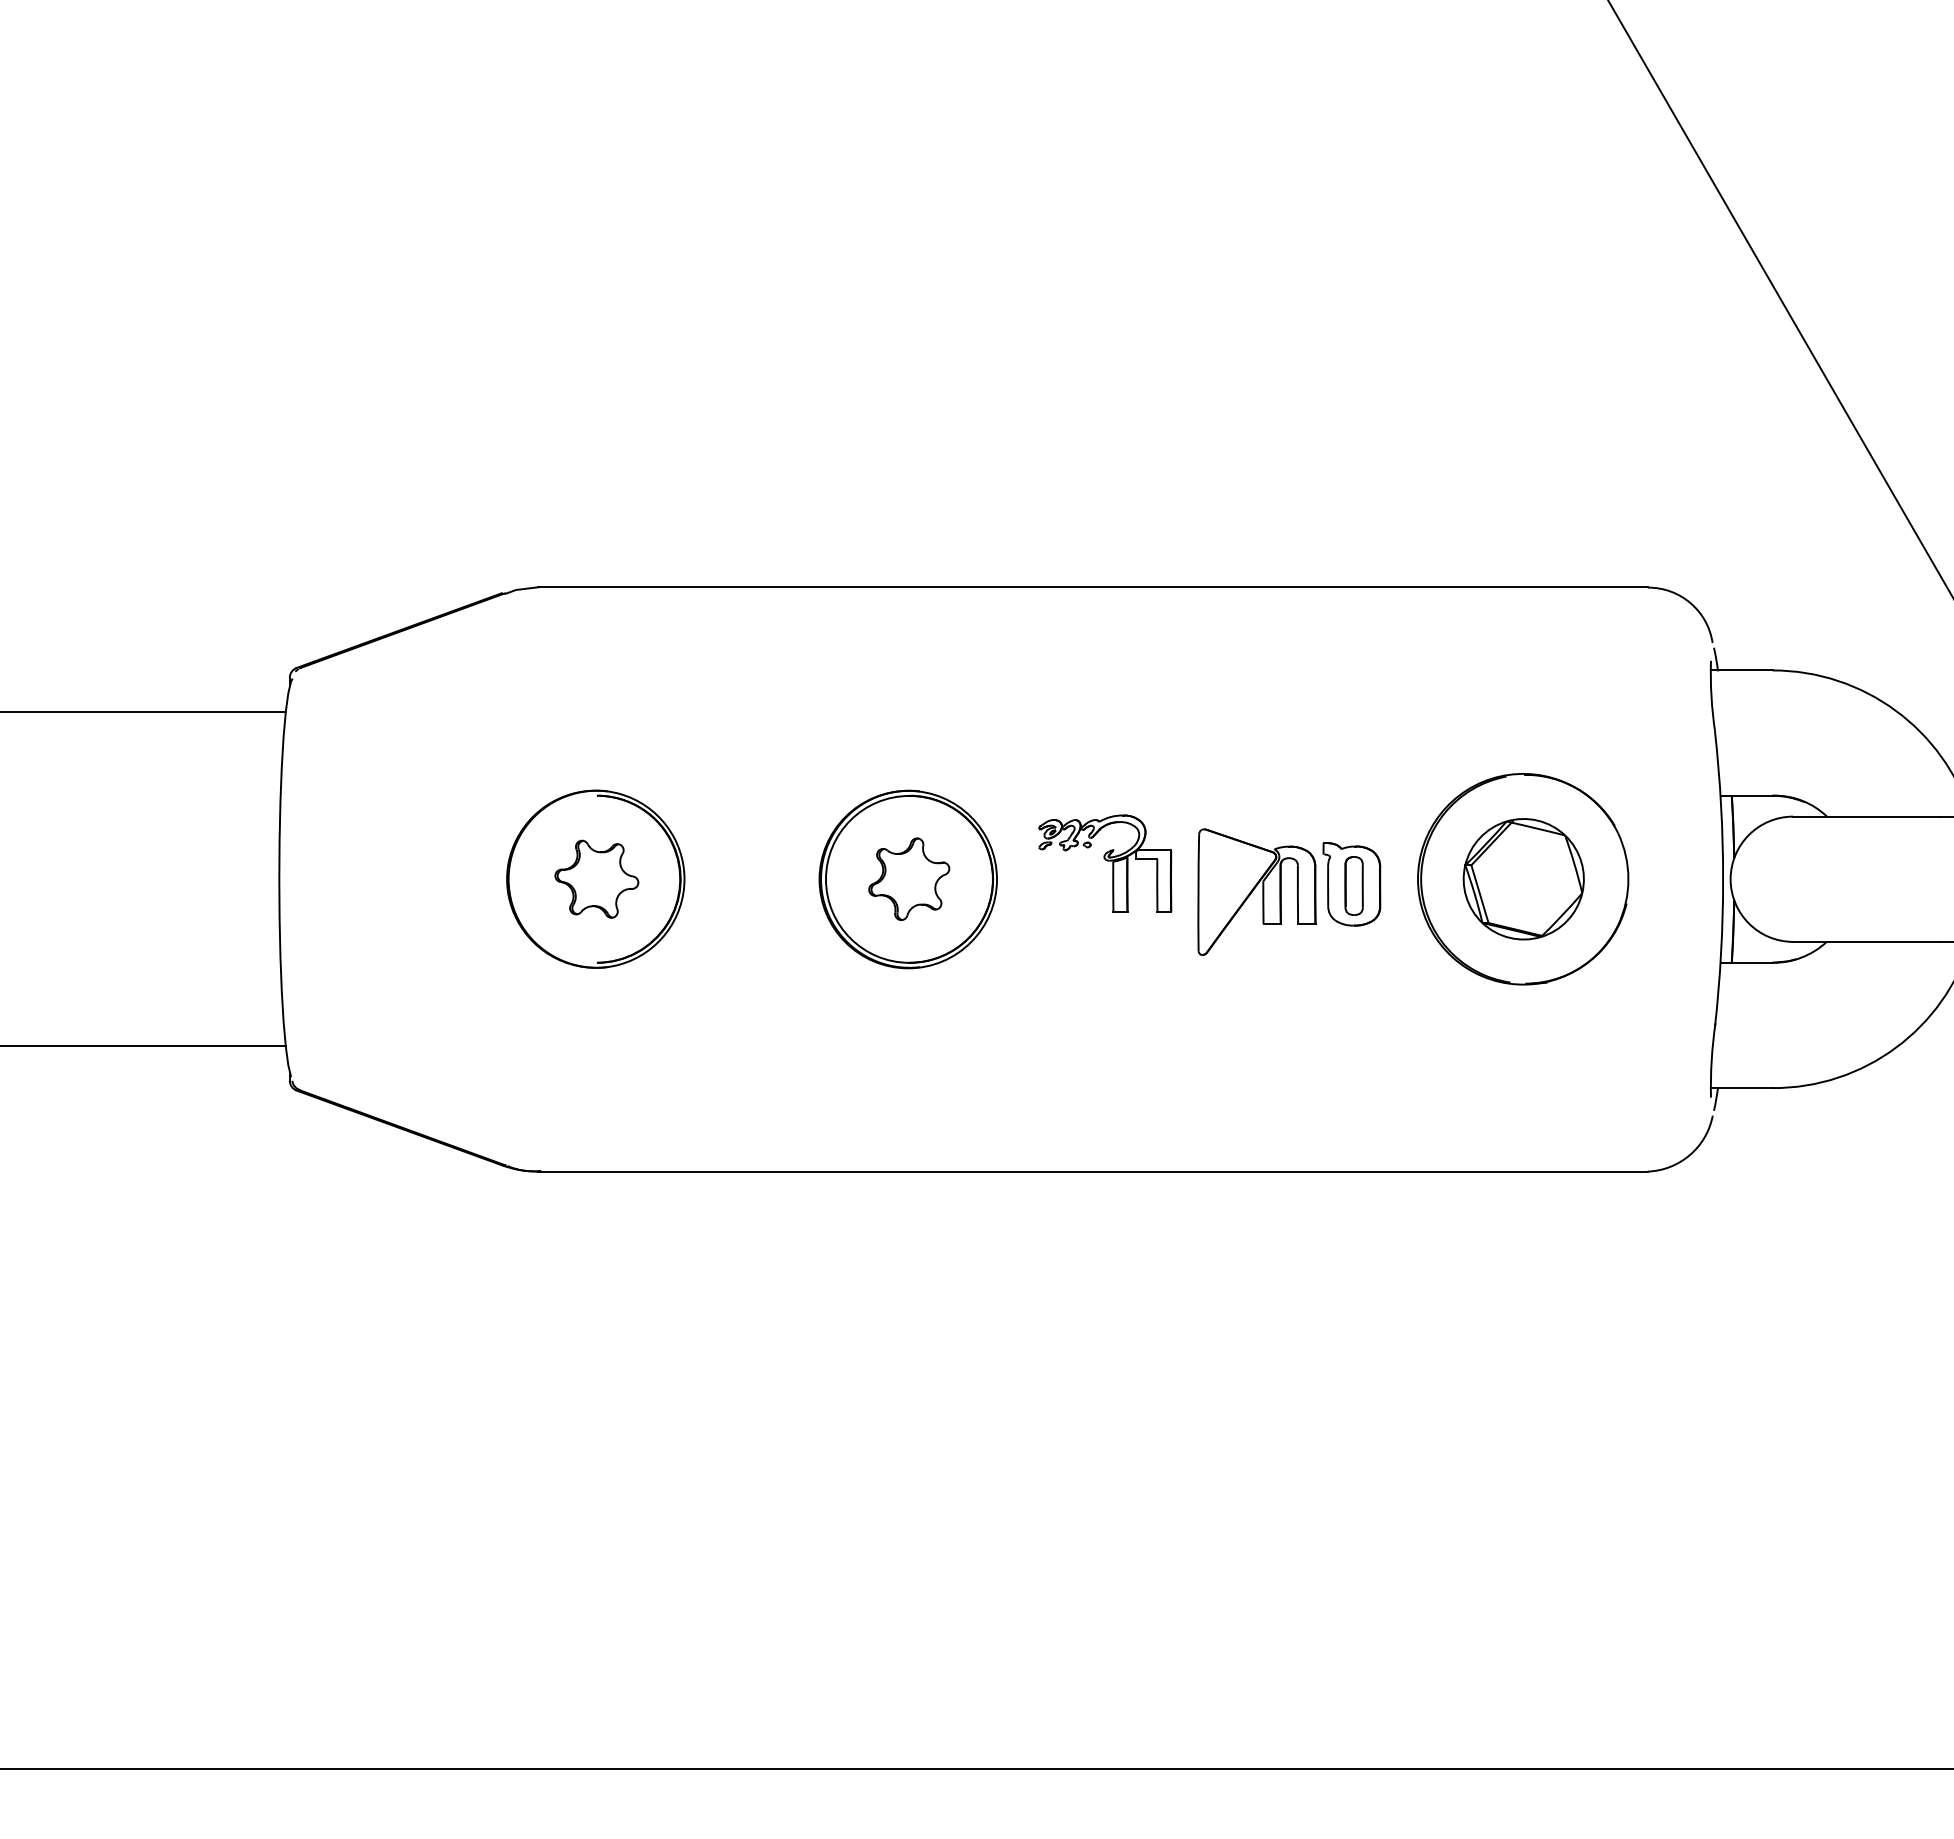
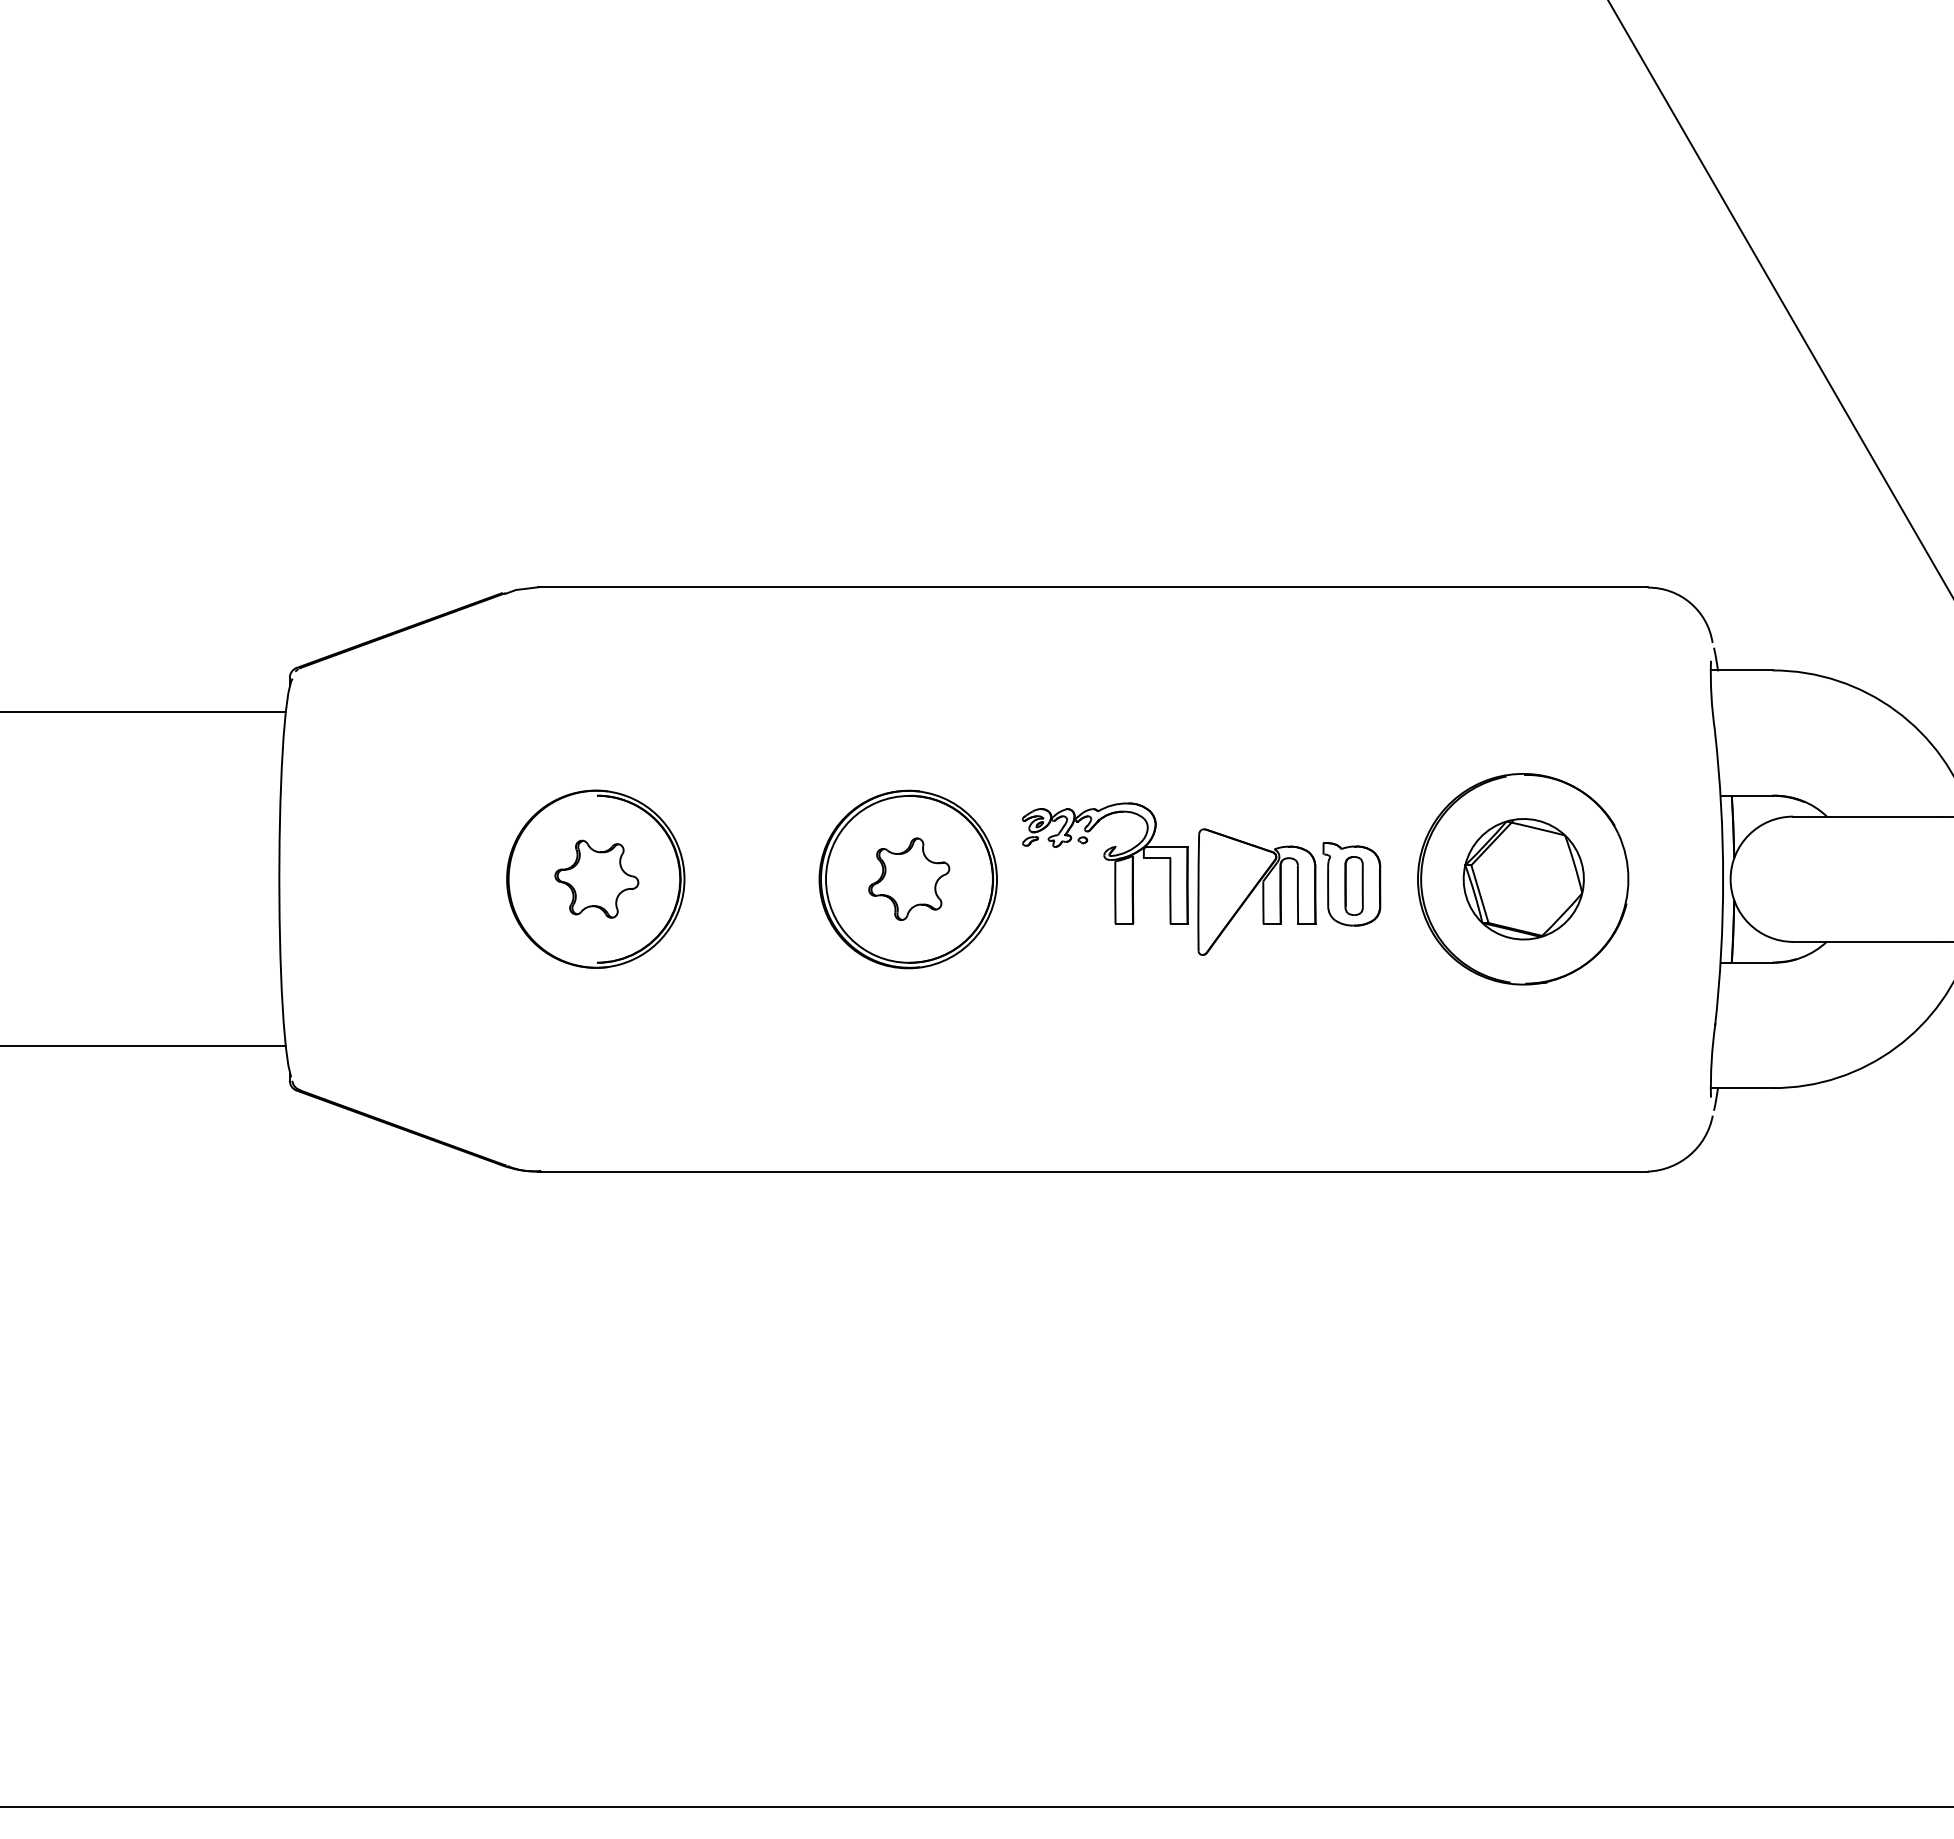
part at (1105, 863) size: 135x99 px -> 168x123 px
line at (976, 1769) position: (976, 1769) -> (976, 1807)
